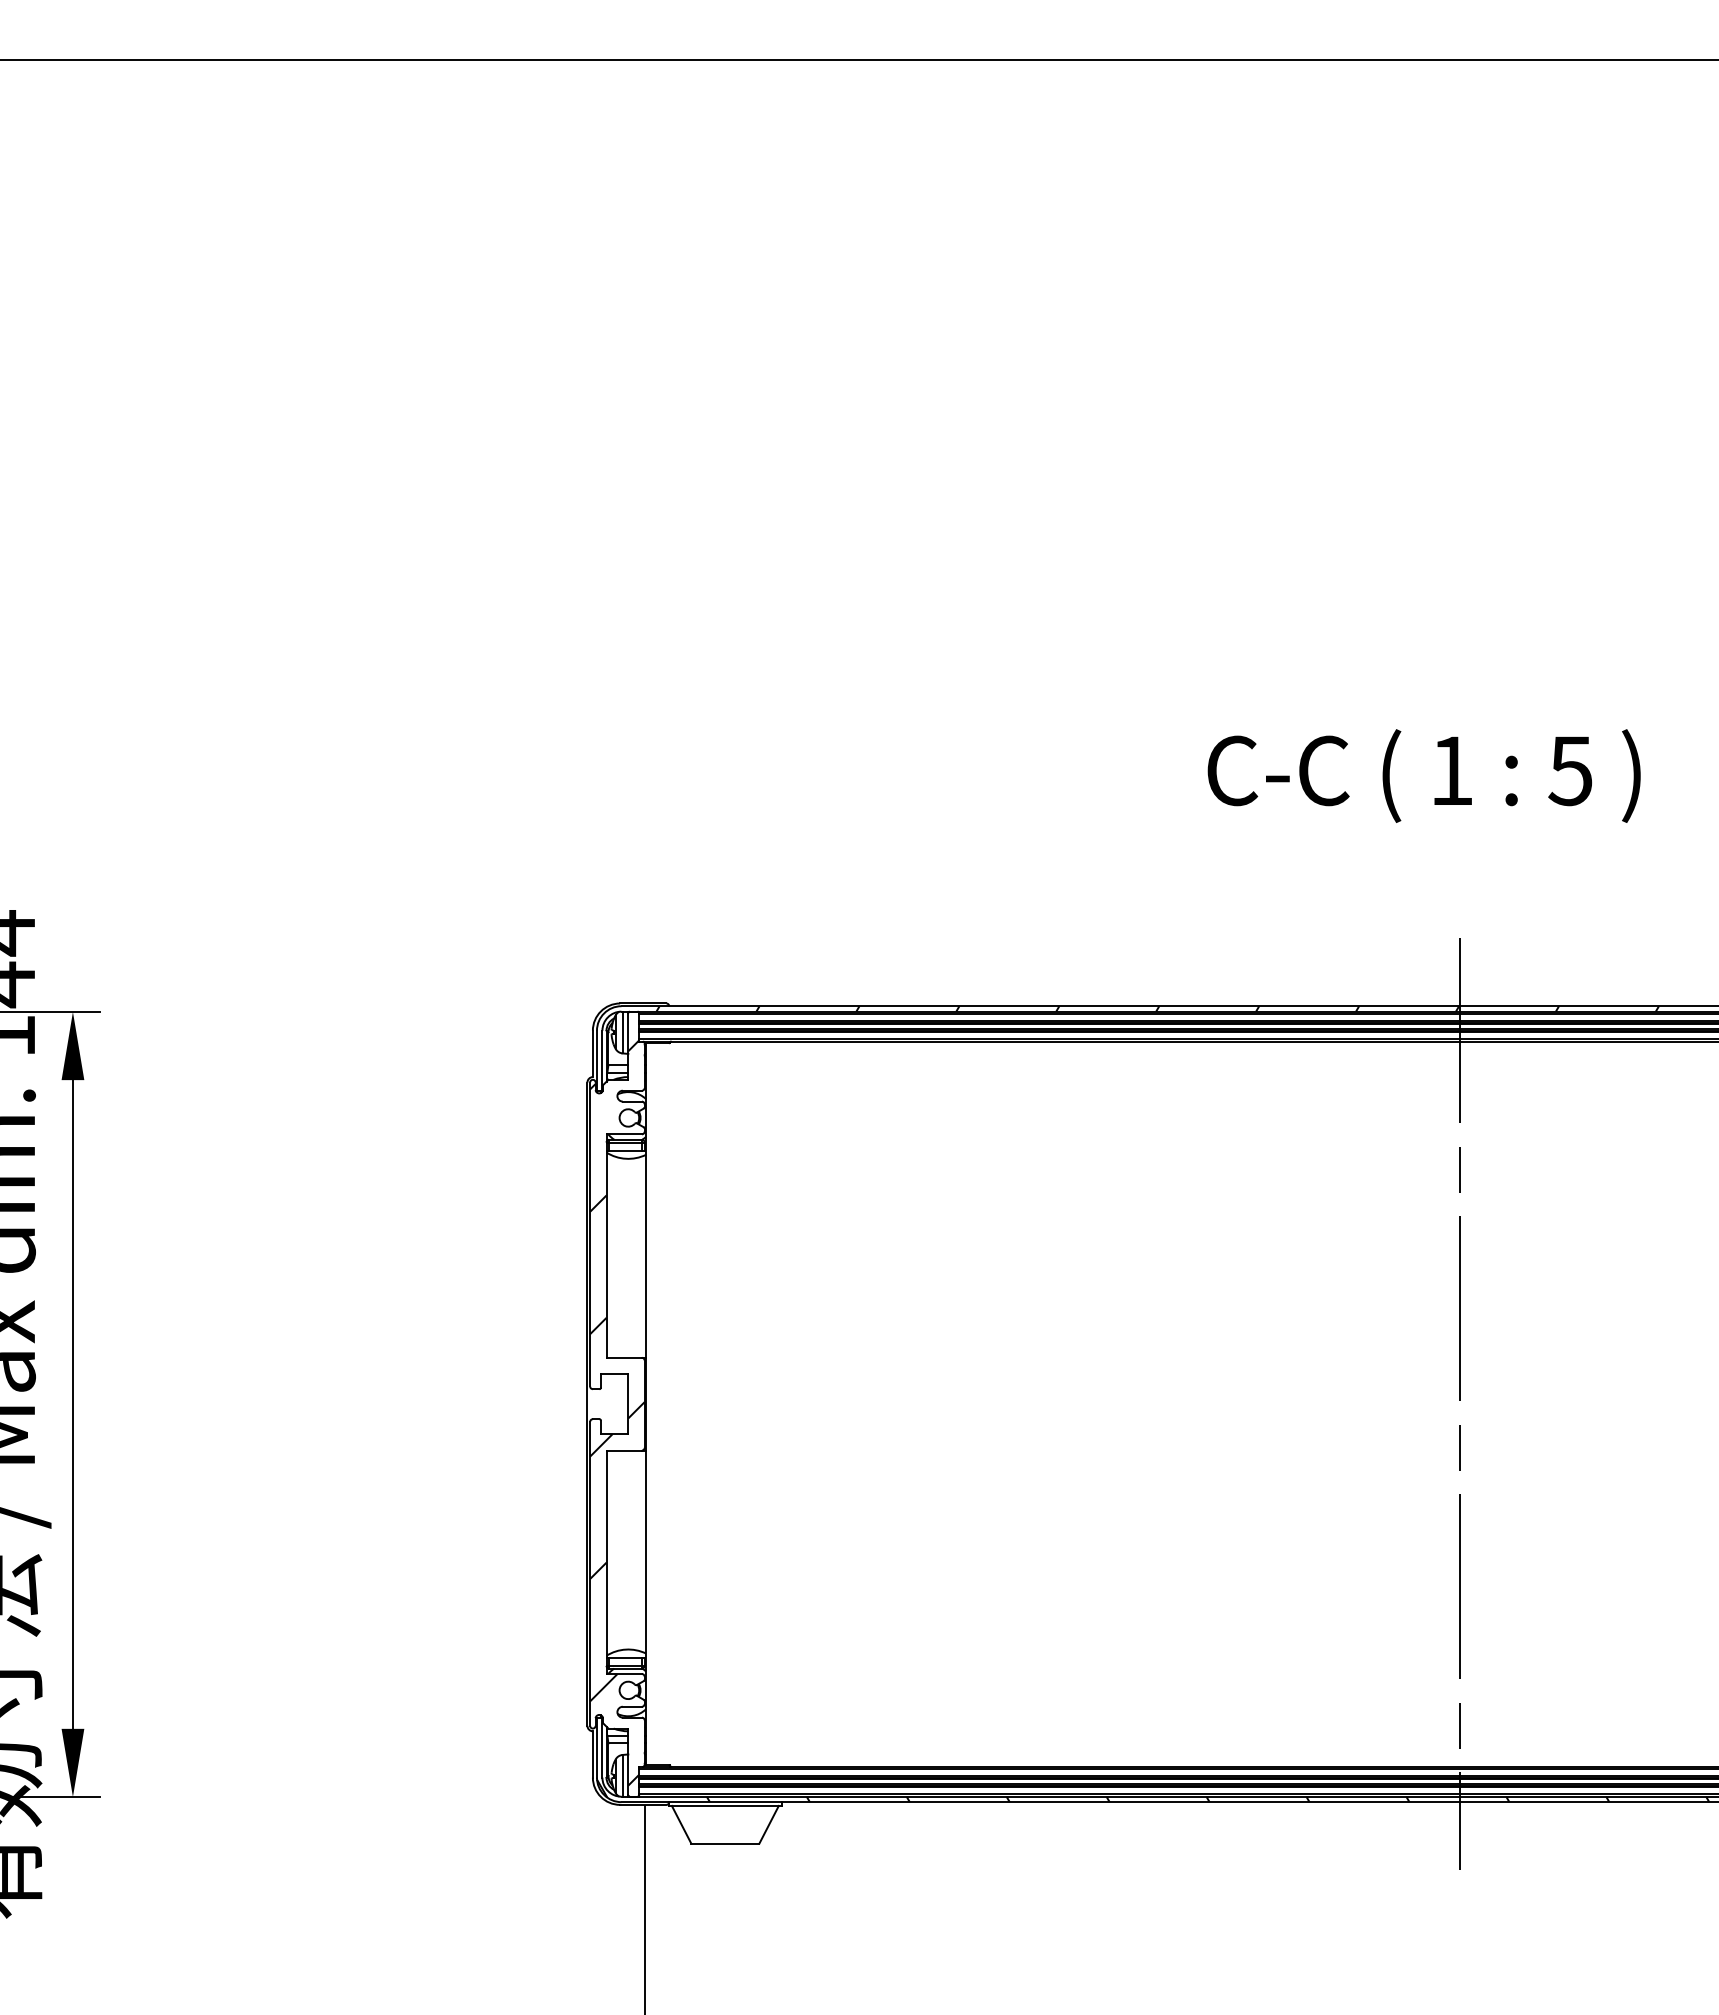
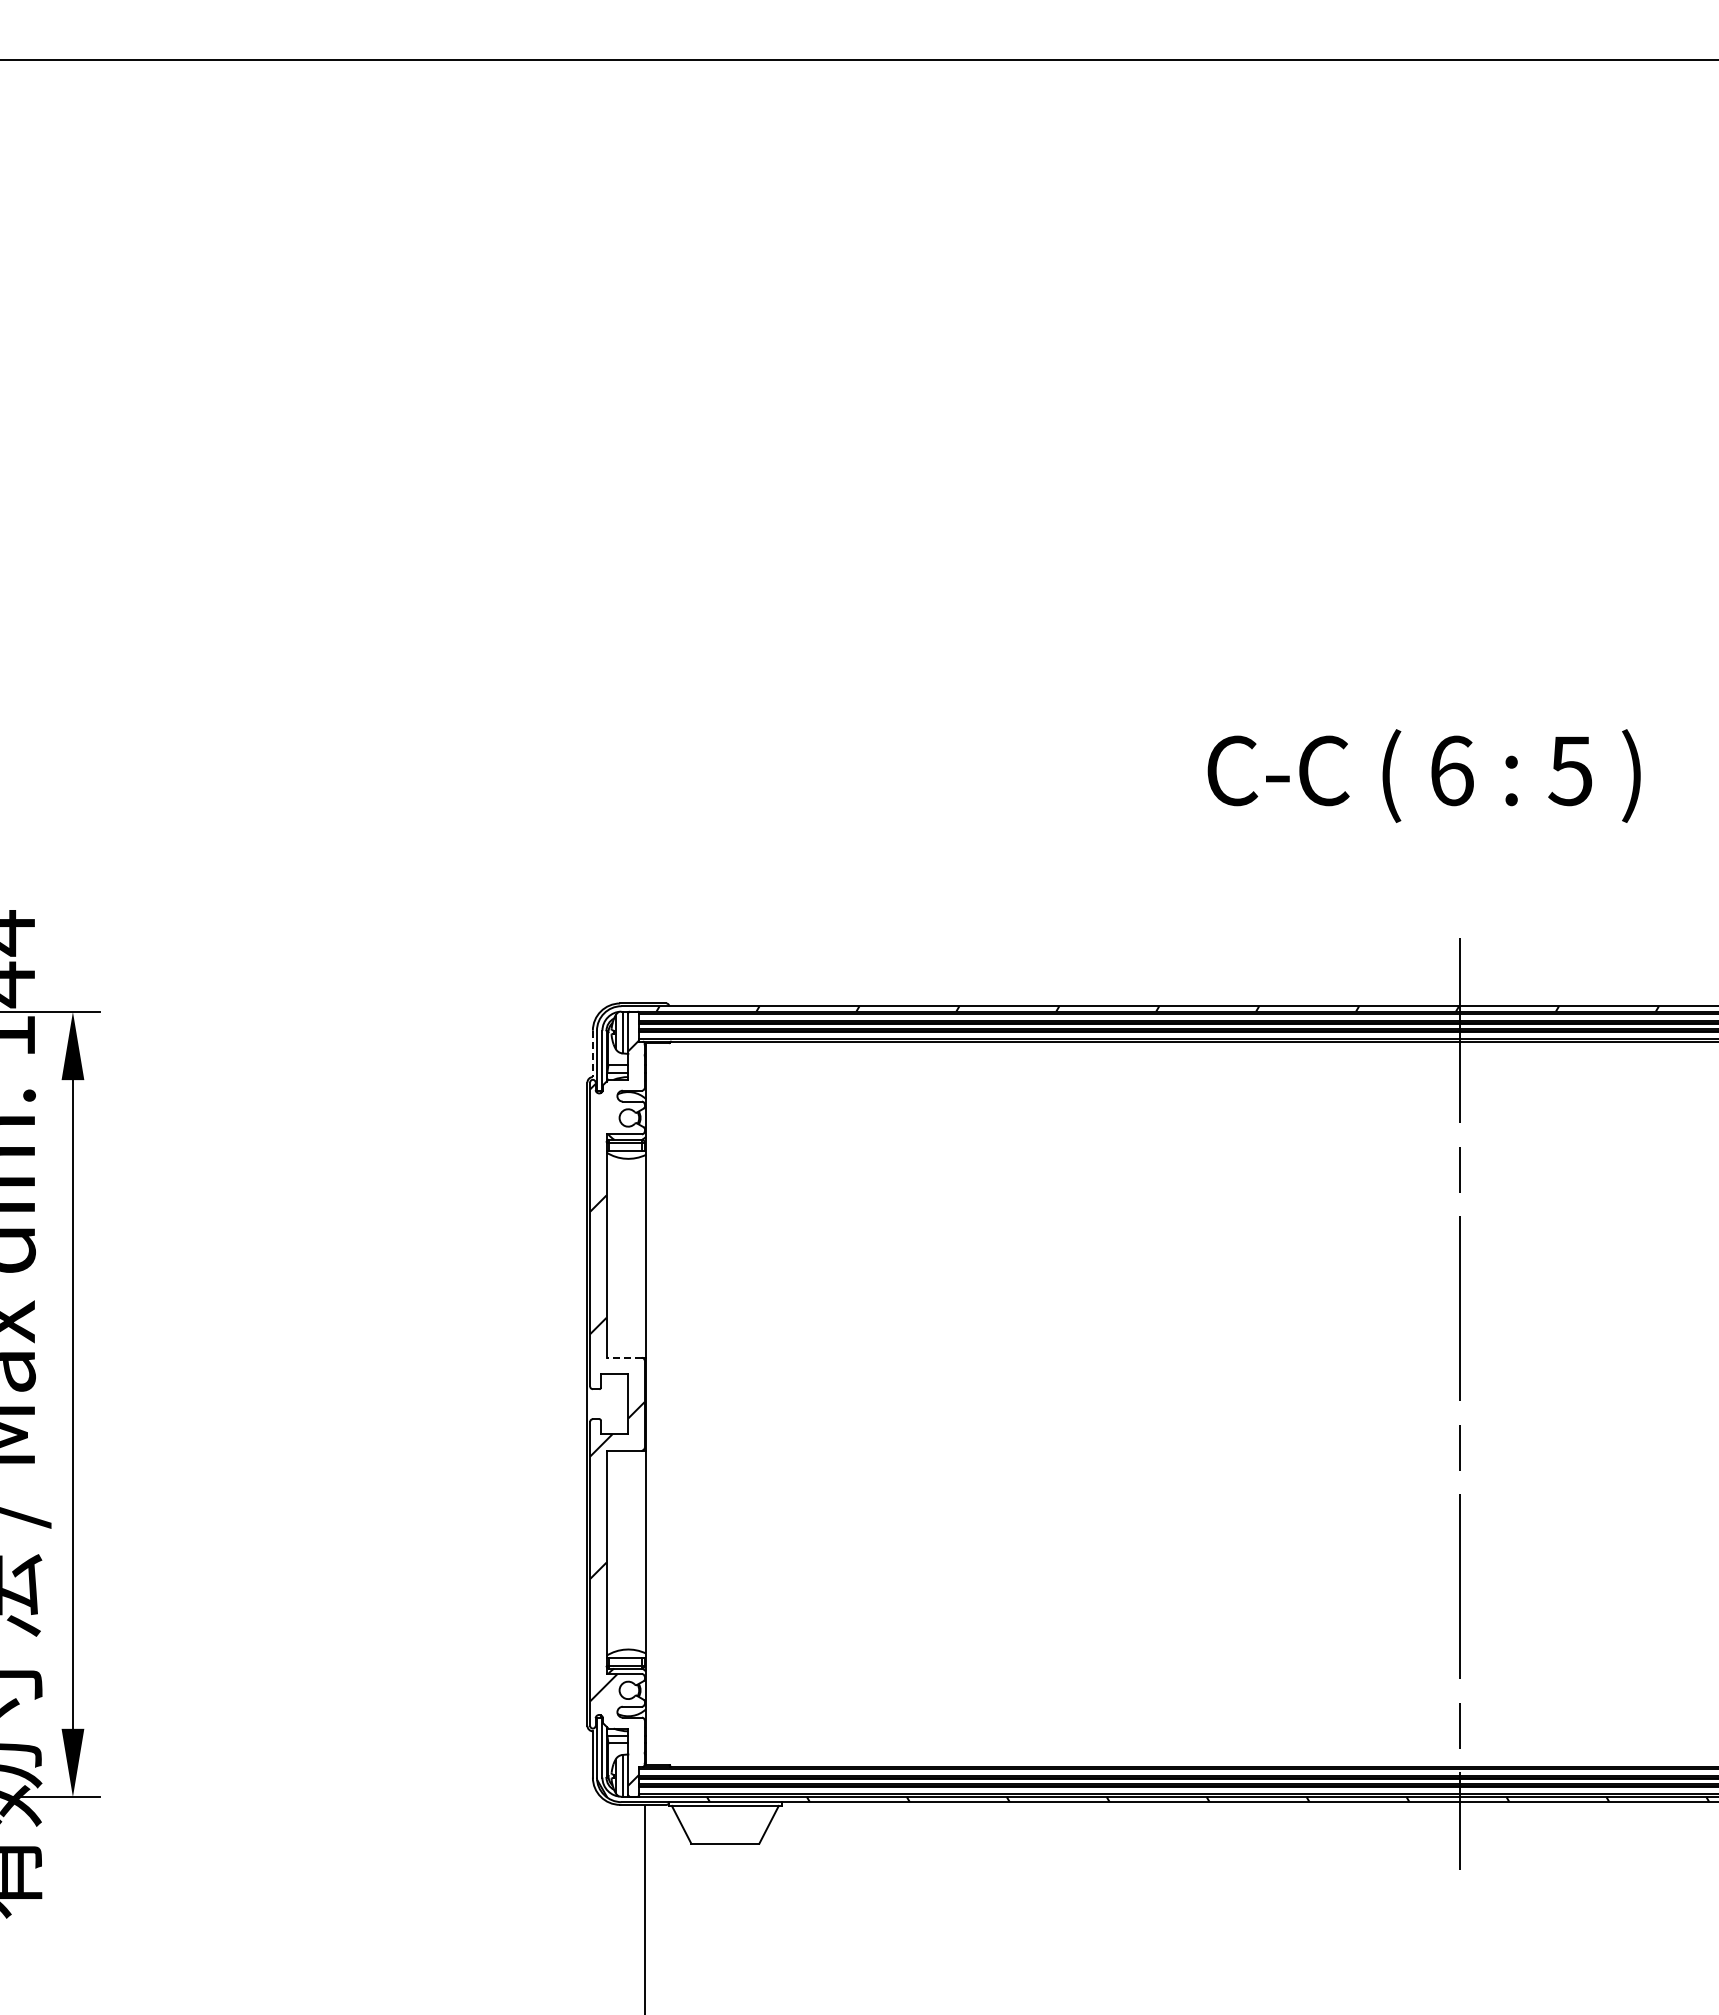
text at (1452, 770): 1 -> 6
line at (592, 1054): solid -> dashed
line at (624, 1357): solid -> dashed
